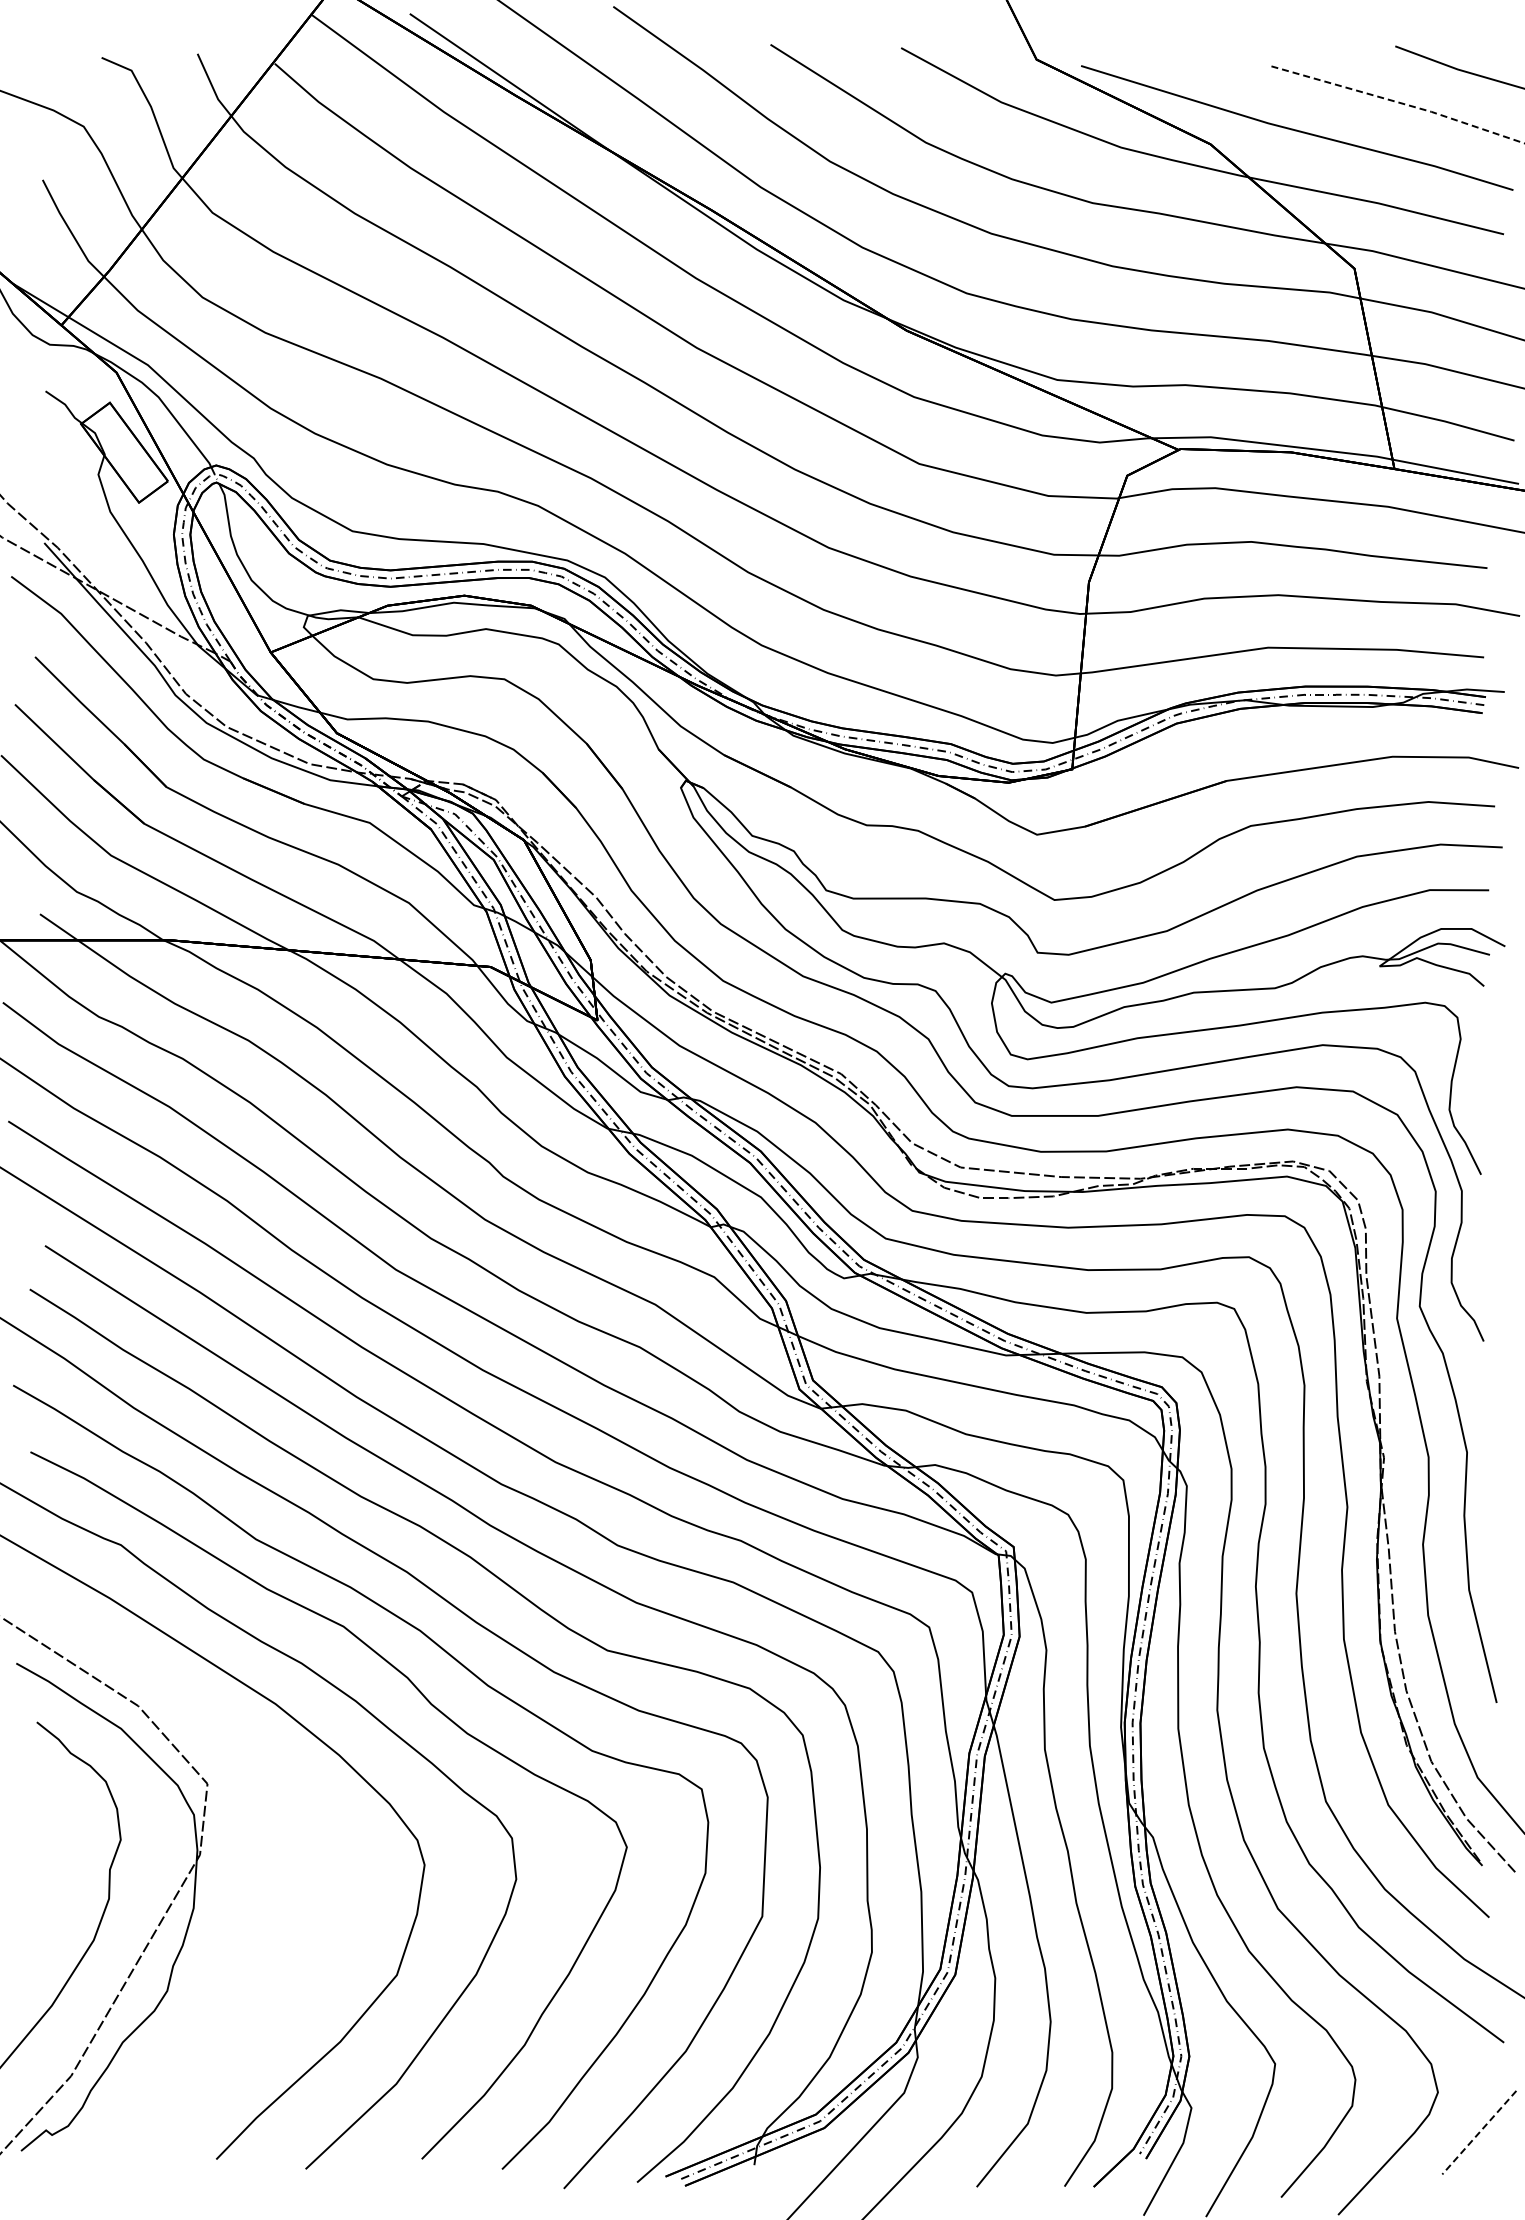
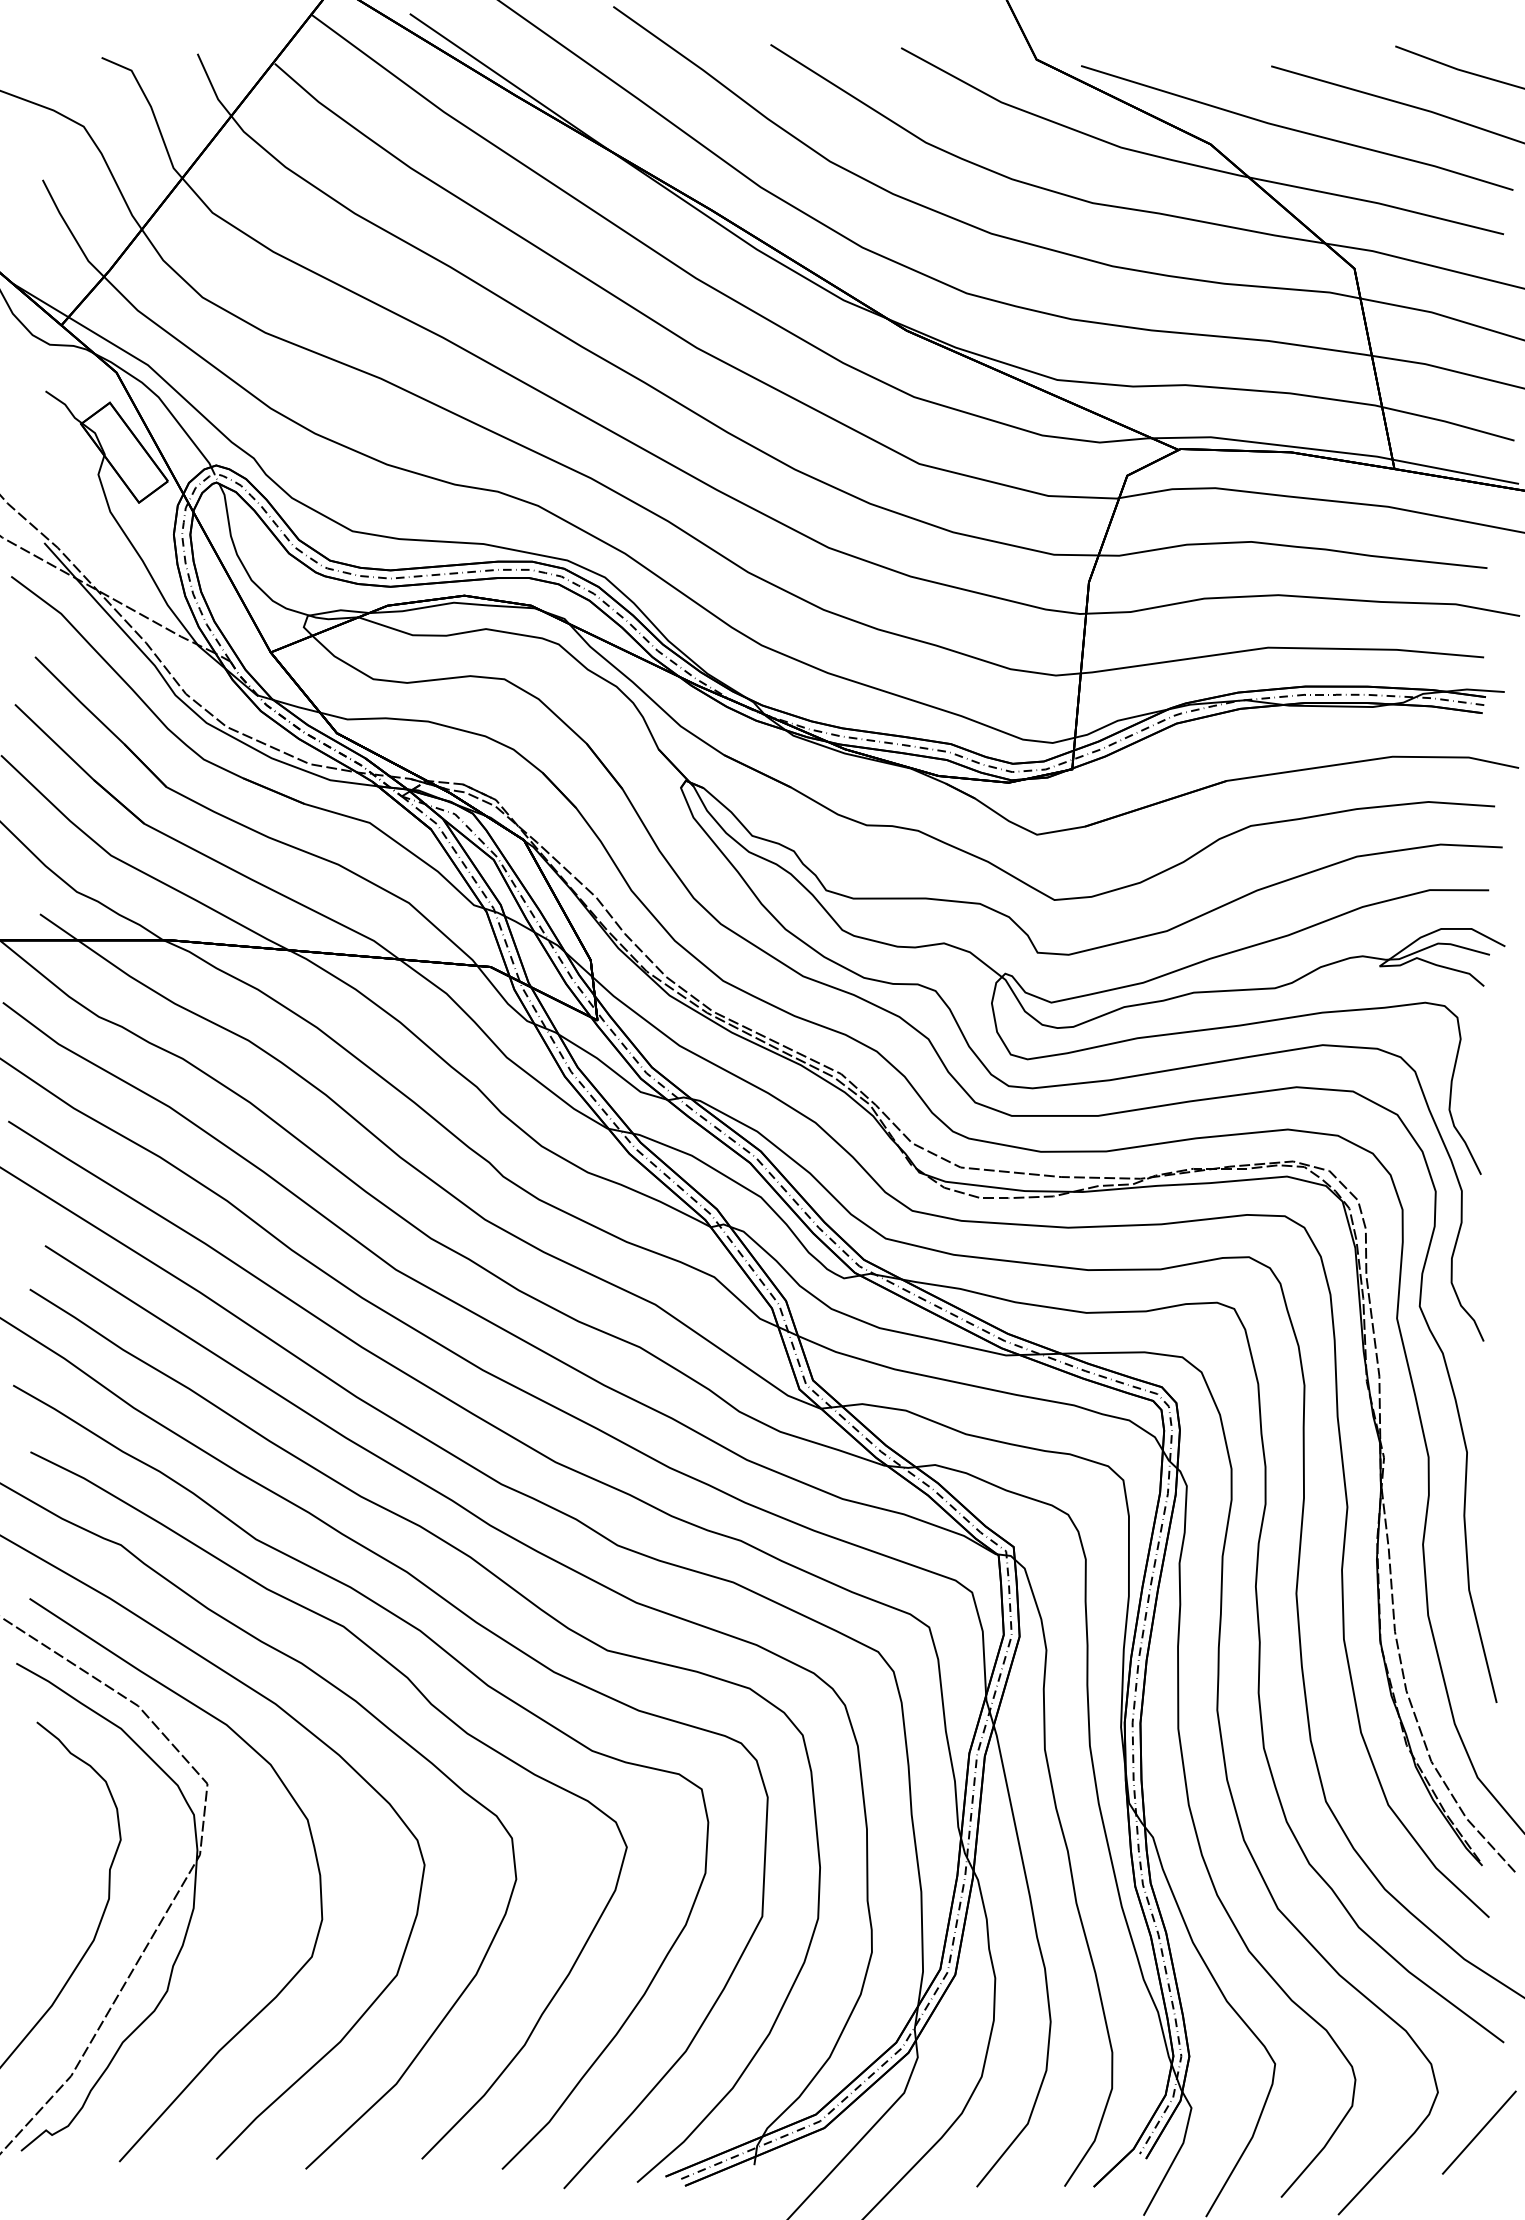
line at (1398, 102): dashed -> solid
curve at (313, 1849): none -> present
line at (1479, 2132): dashed -> solid
